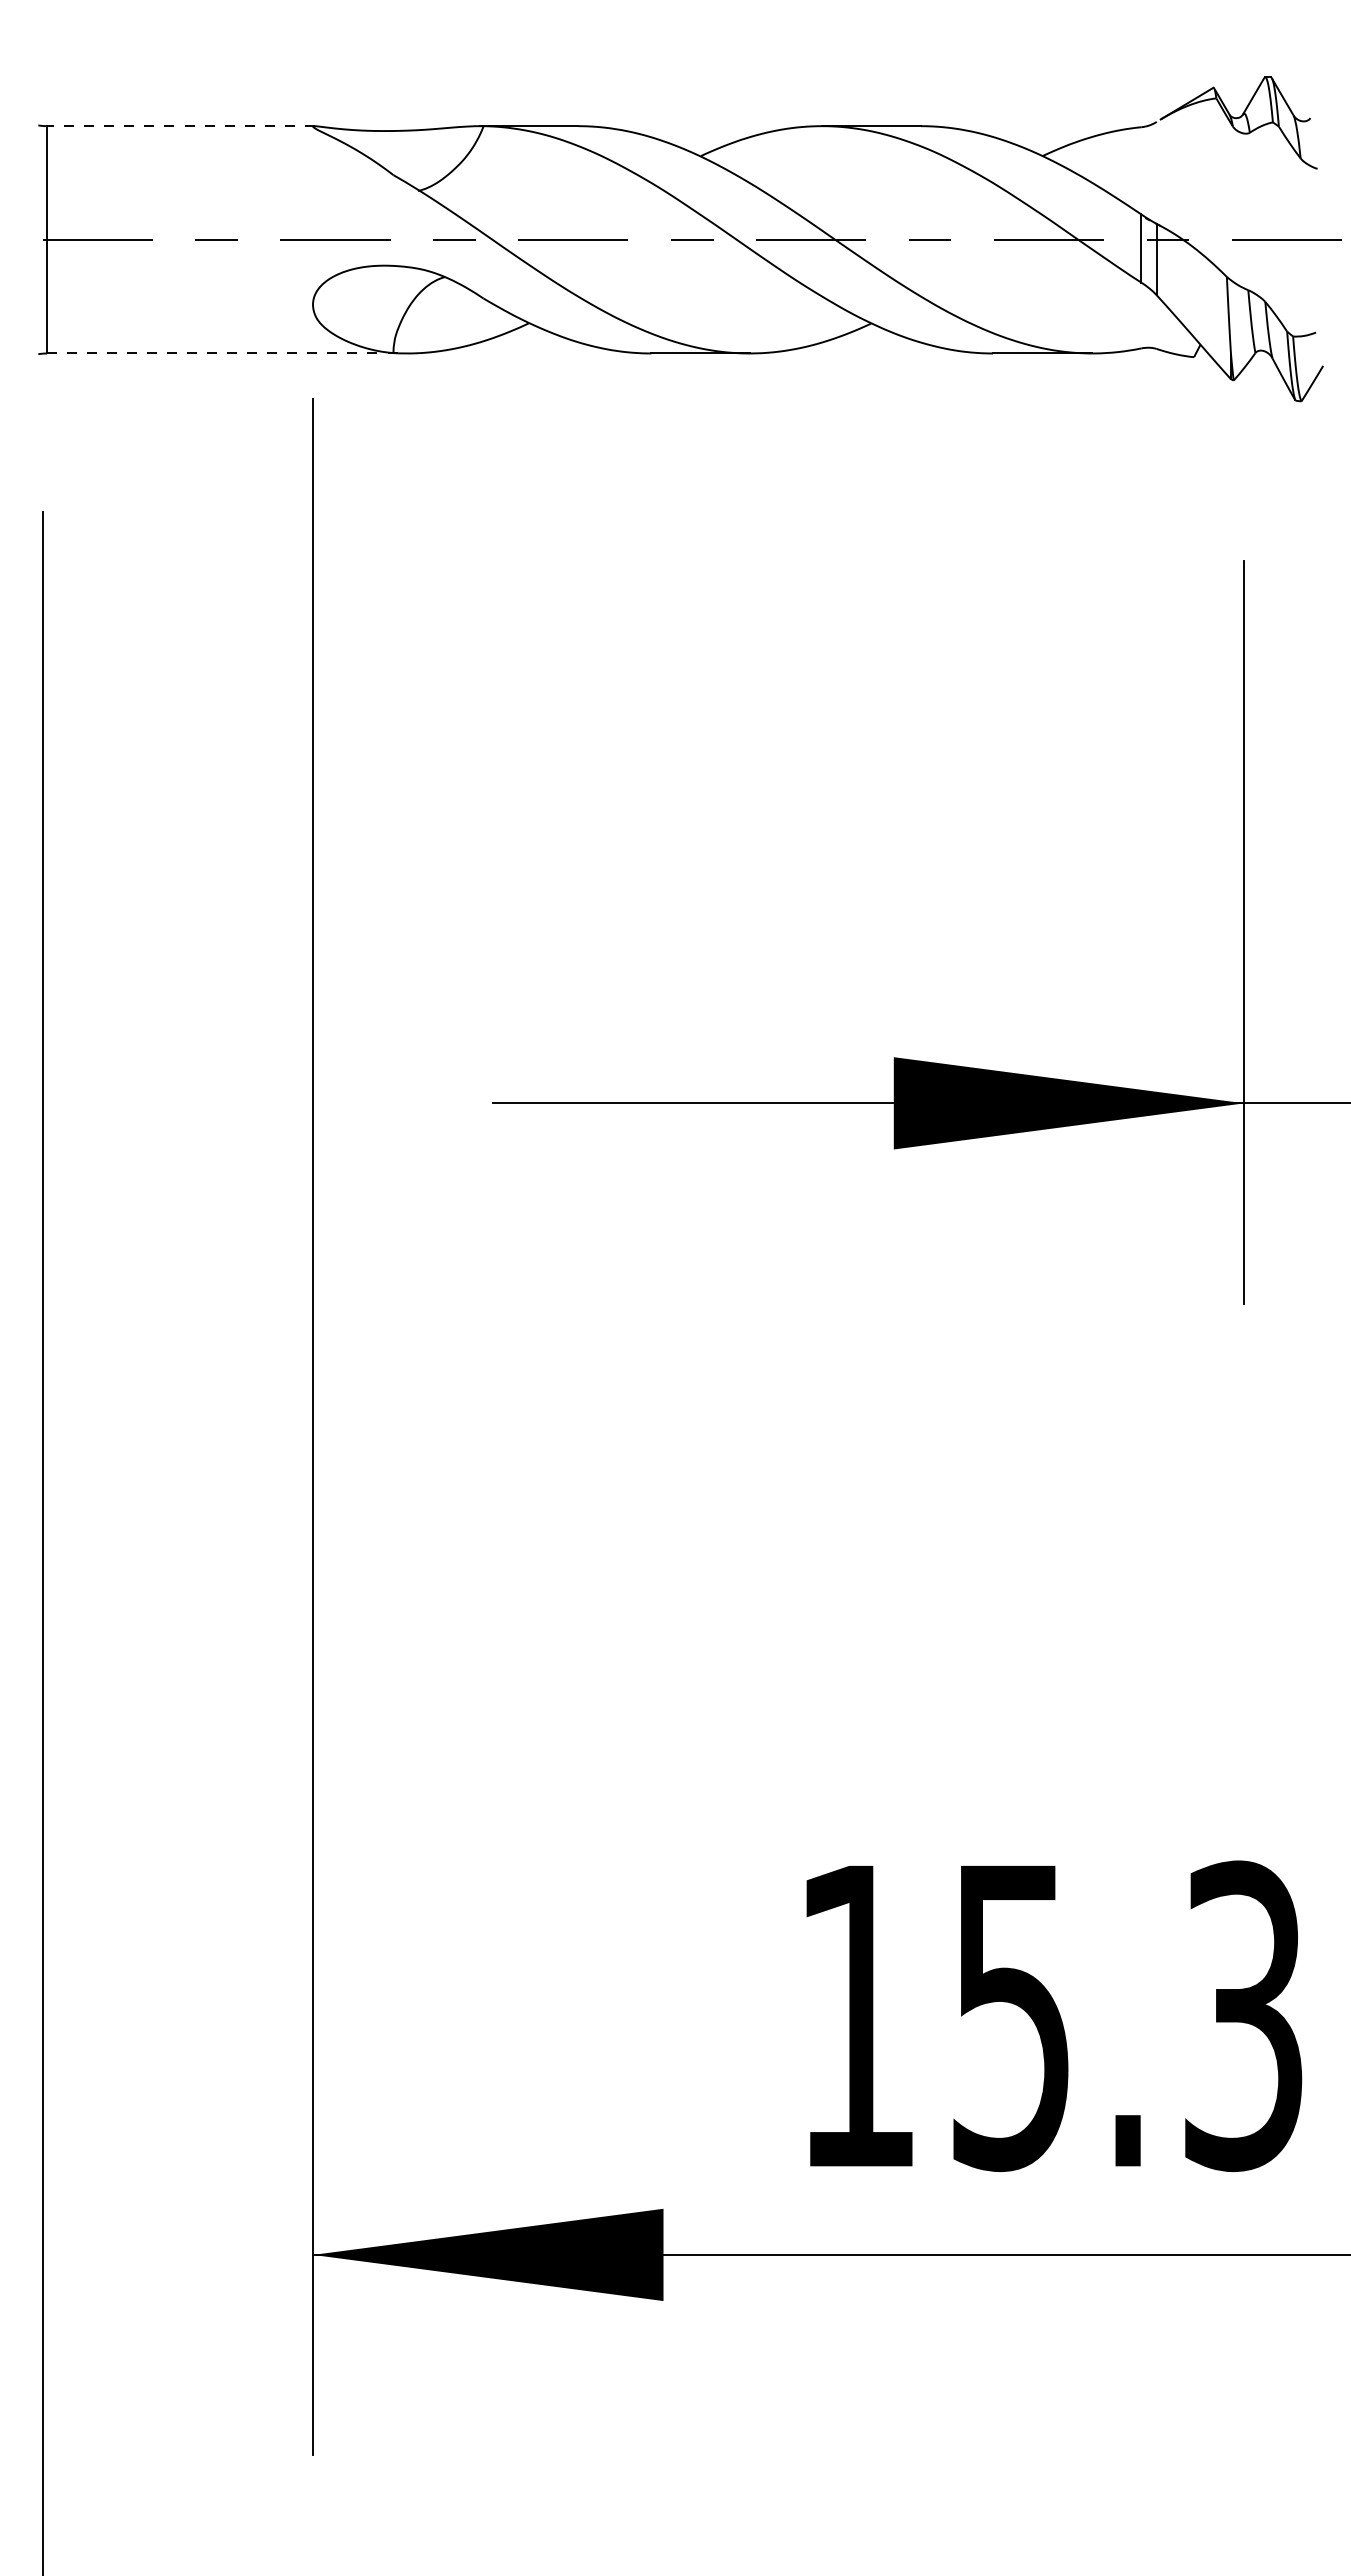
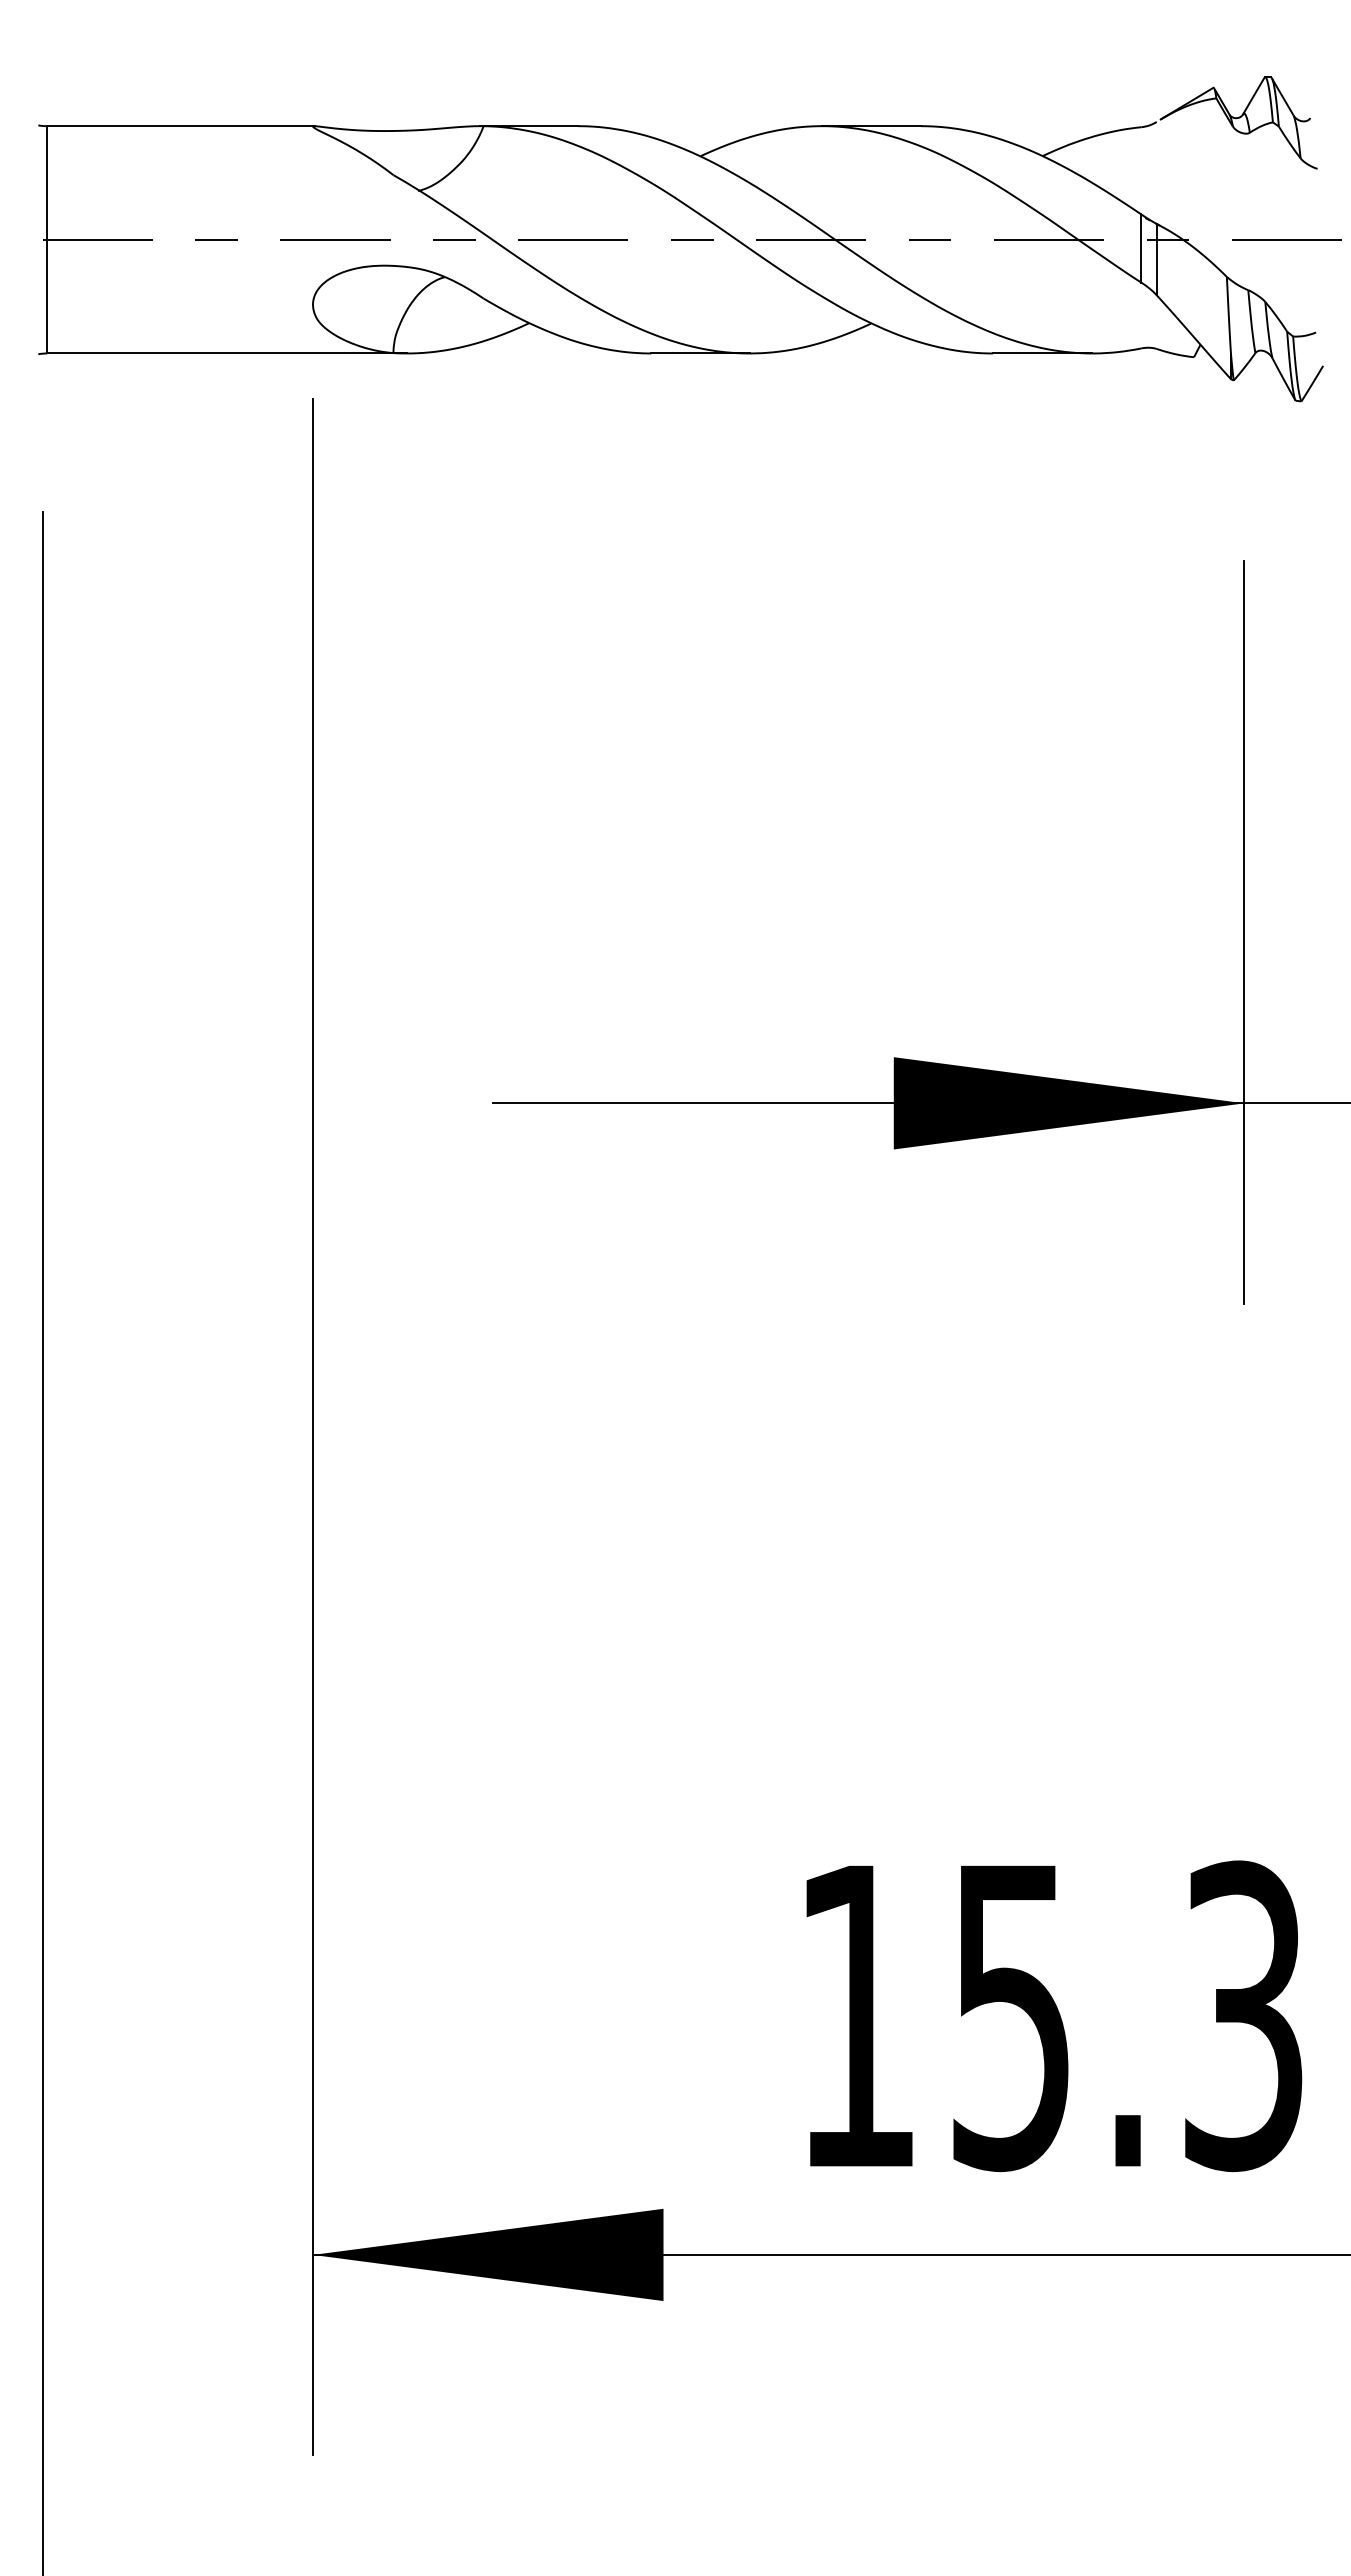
line at (180, 126): dashed -> solid
line at (226, 353): dashed -> solid
